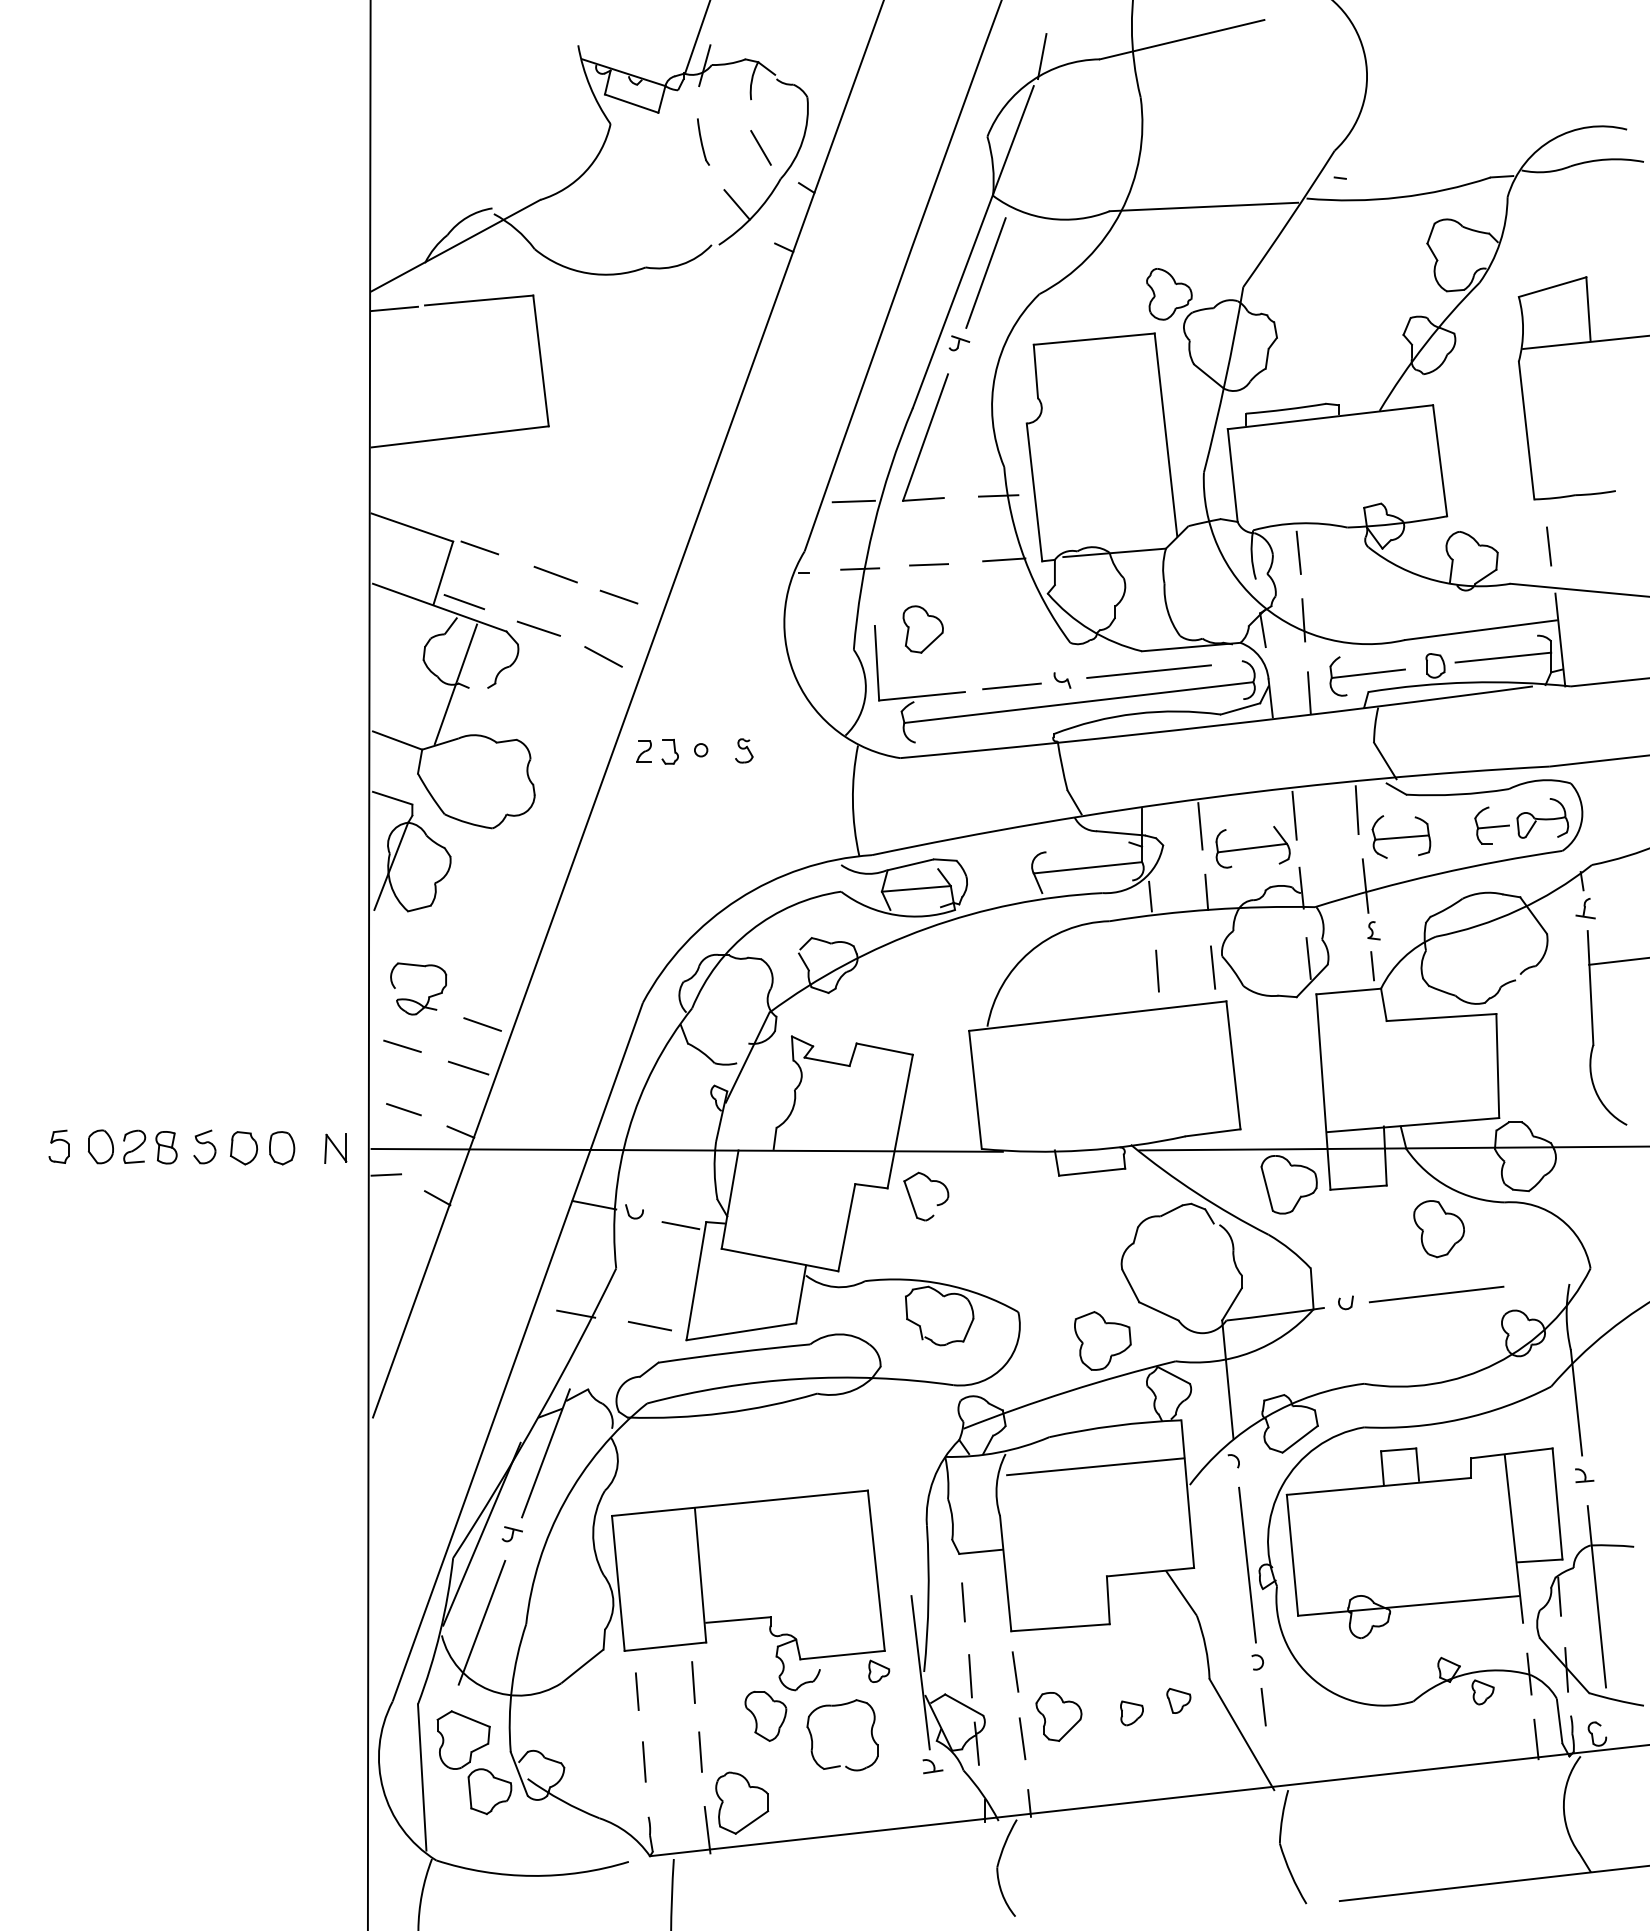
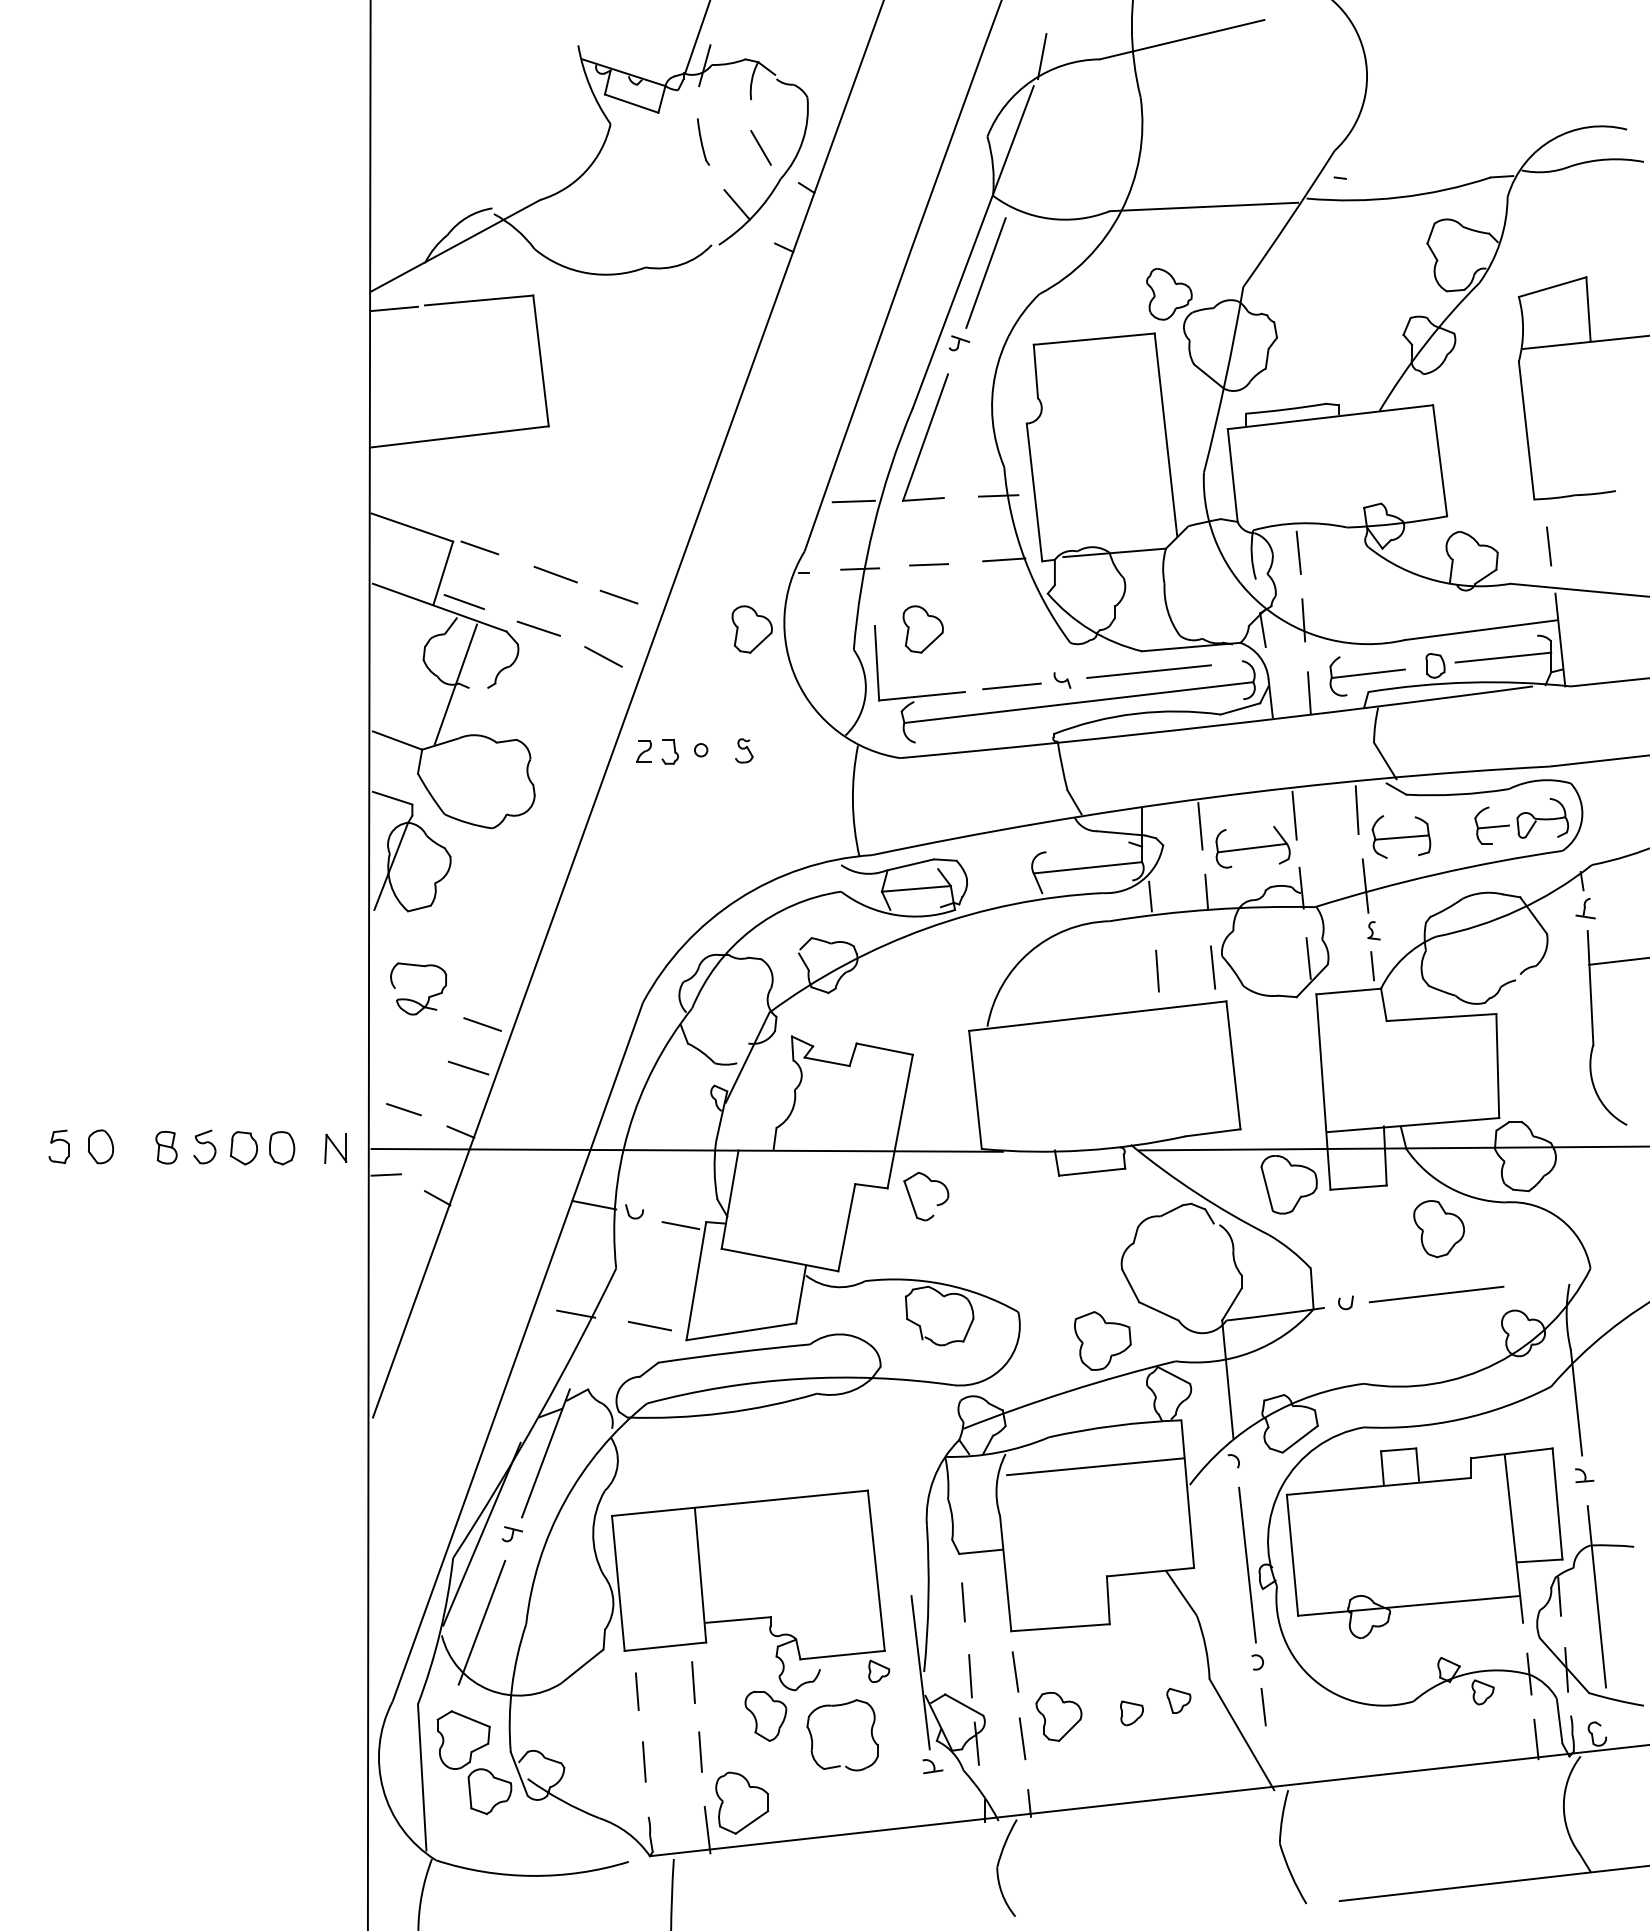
part at (751, 629): none -> present
line at (402, 1045): present -> none
part at (134, 1146): present -> none
